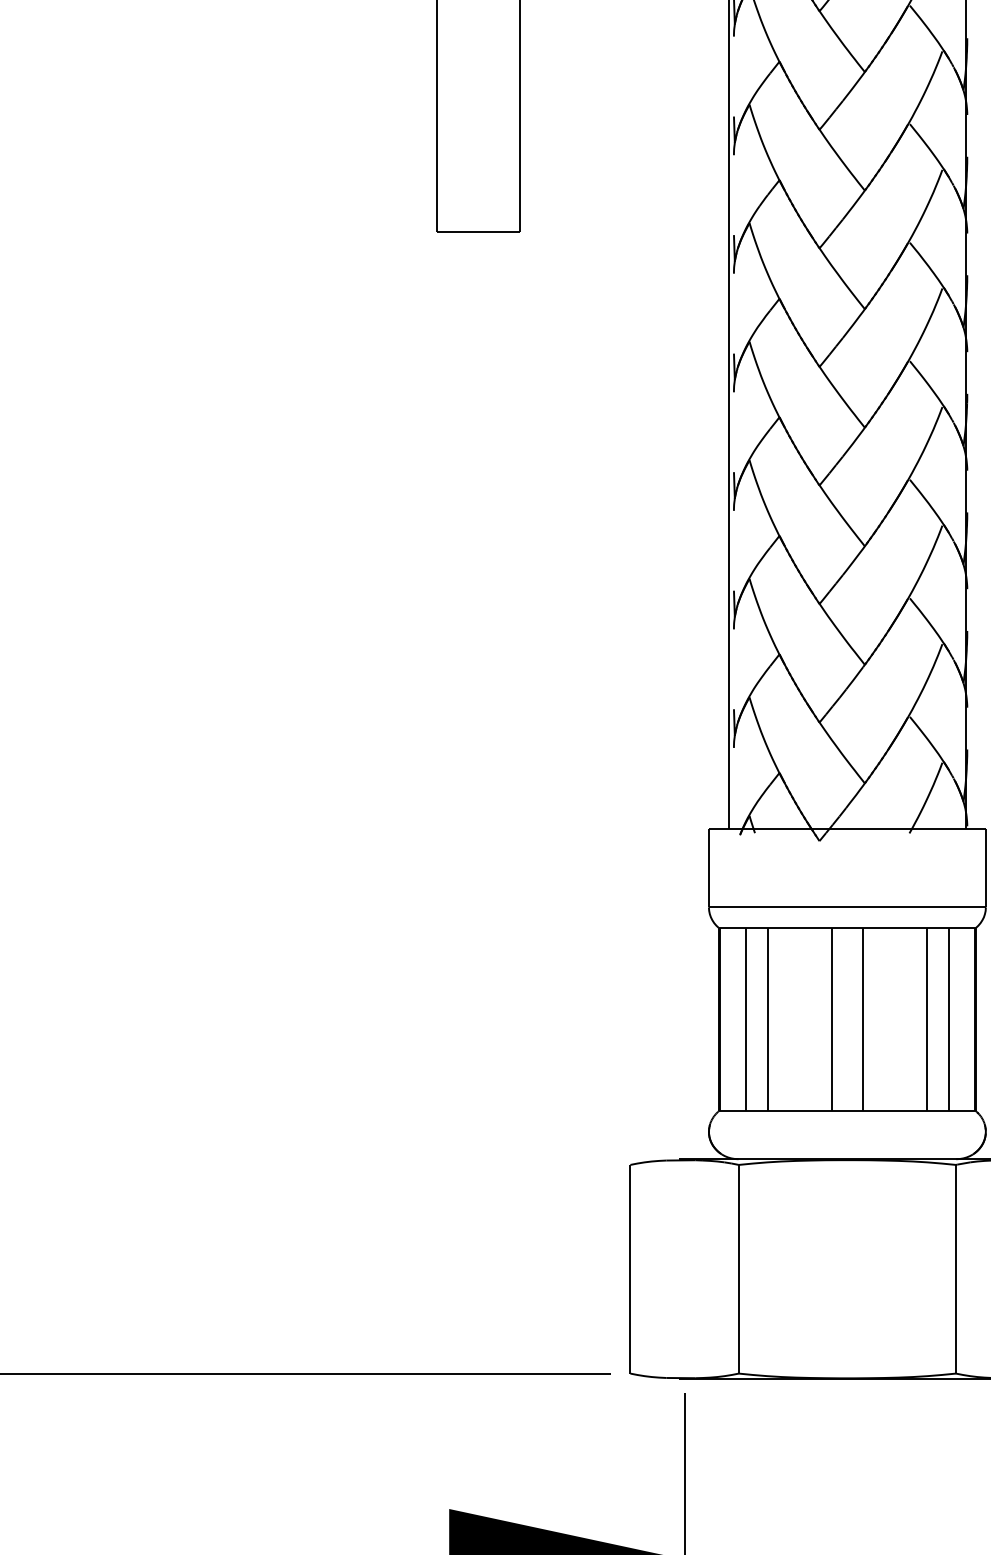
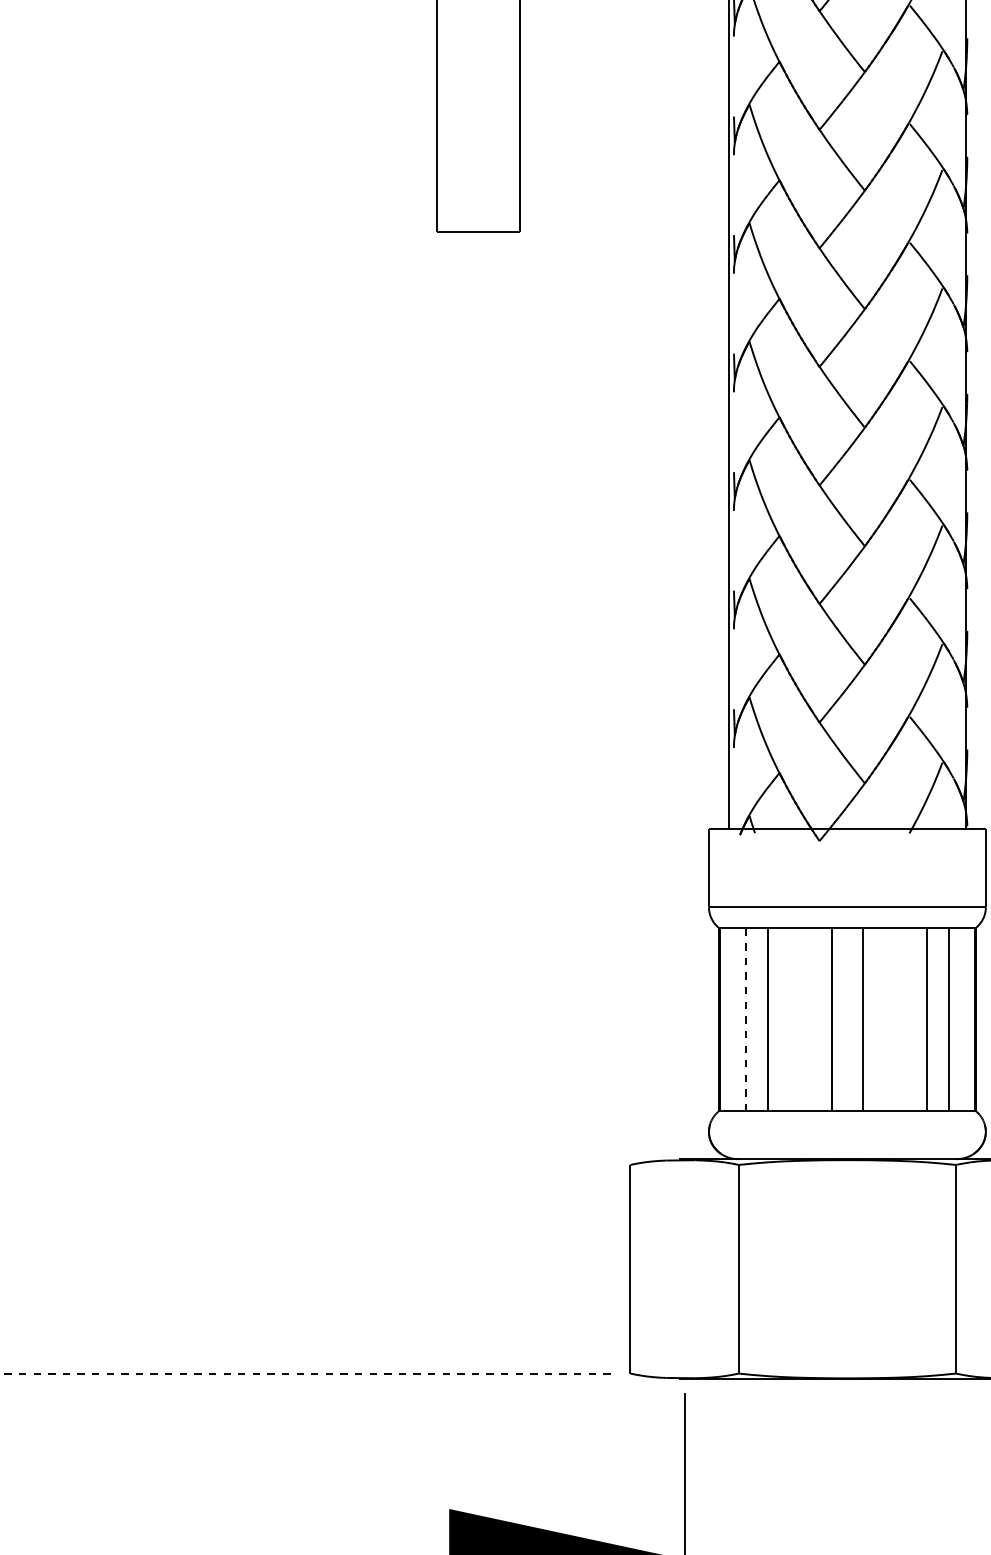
line at (746, 1019): solid -> dashed
line at (305, 1373): solid -> dashed
